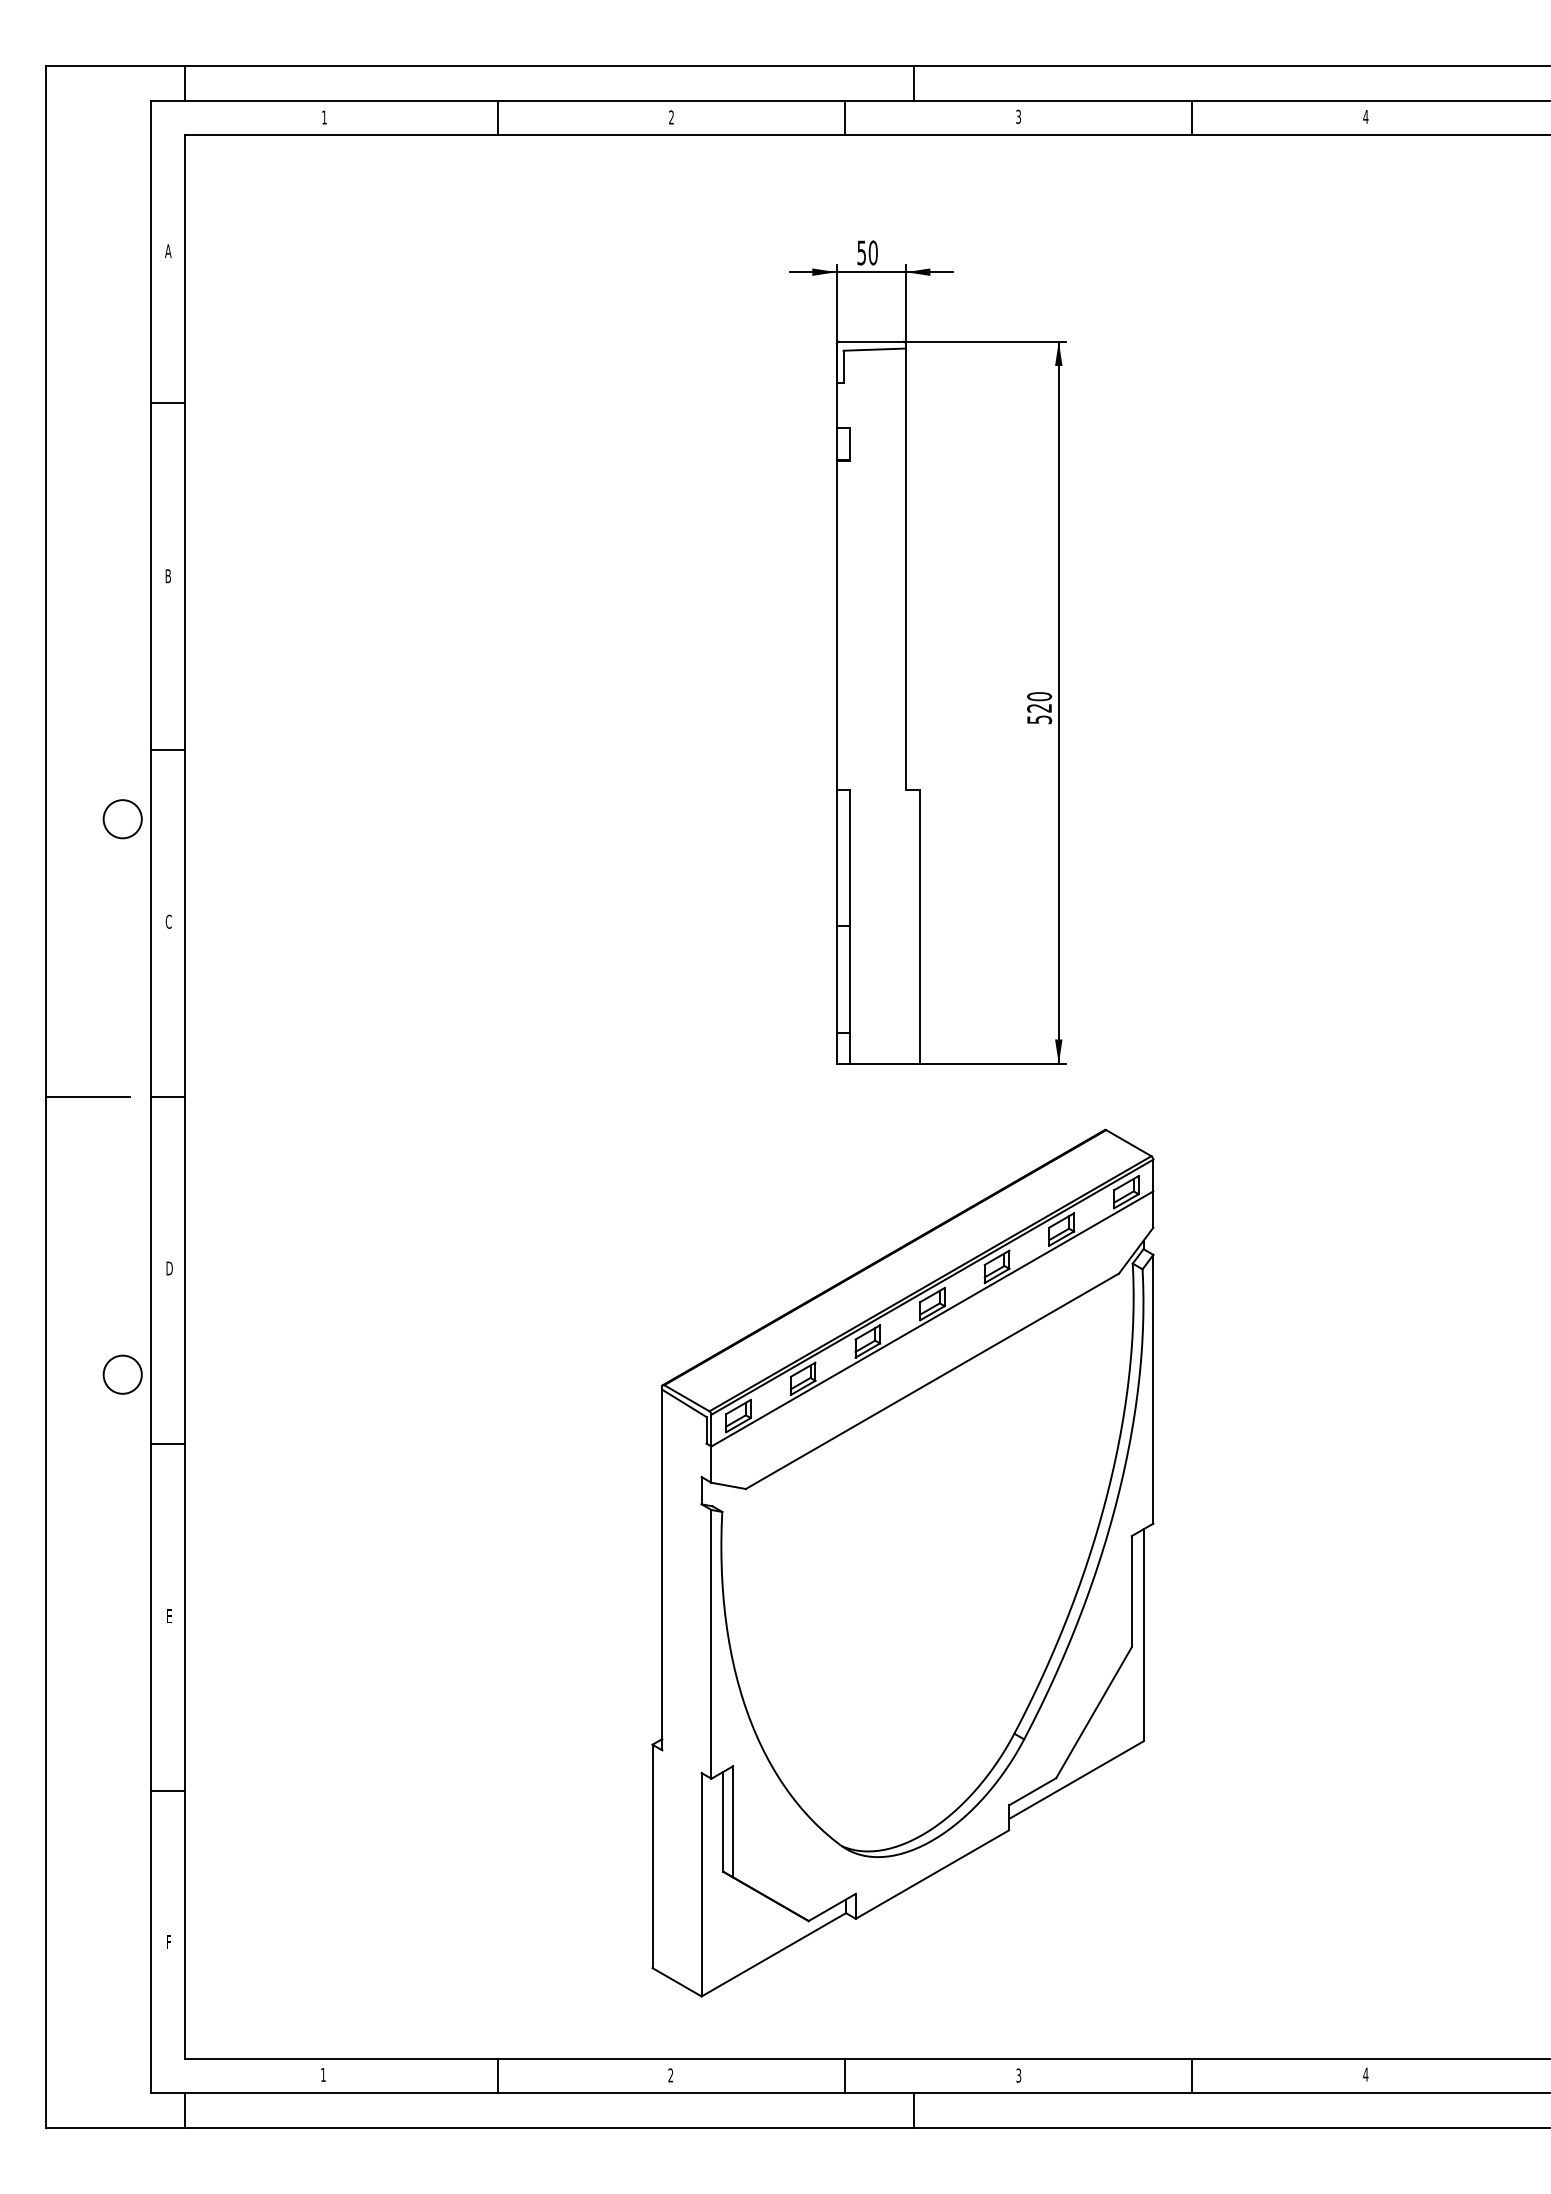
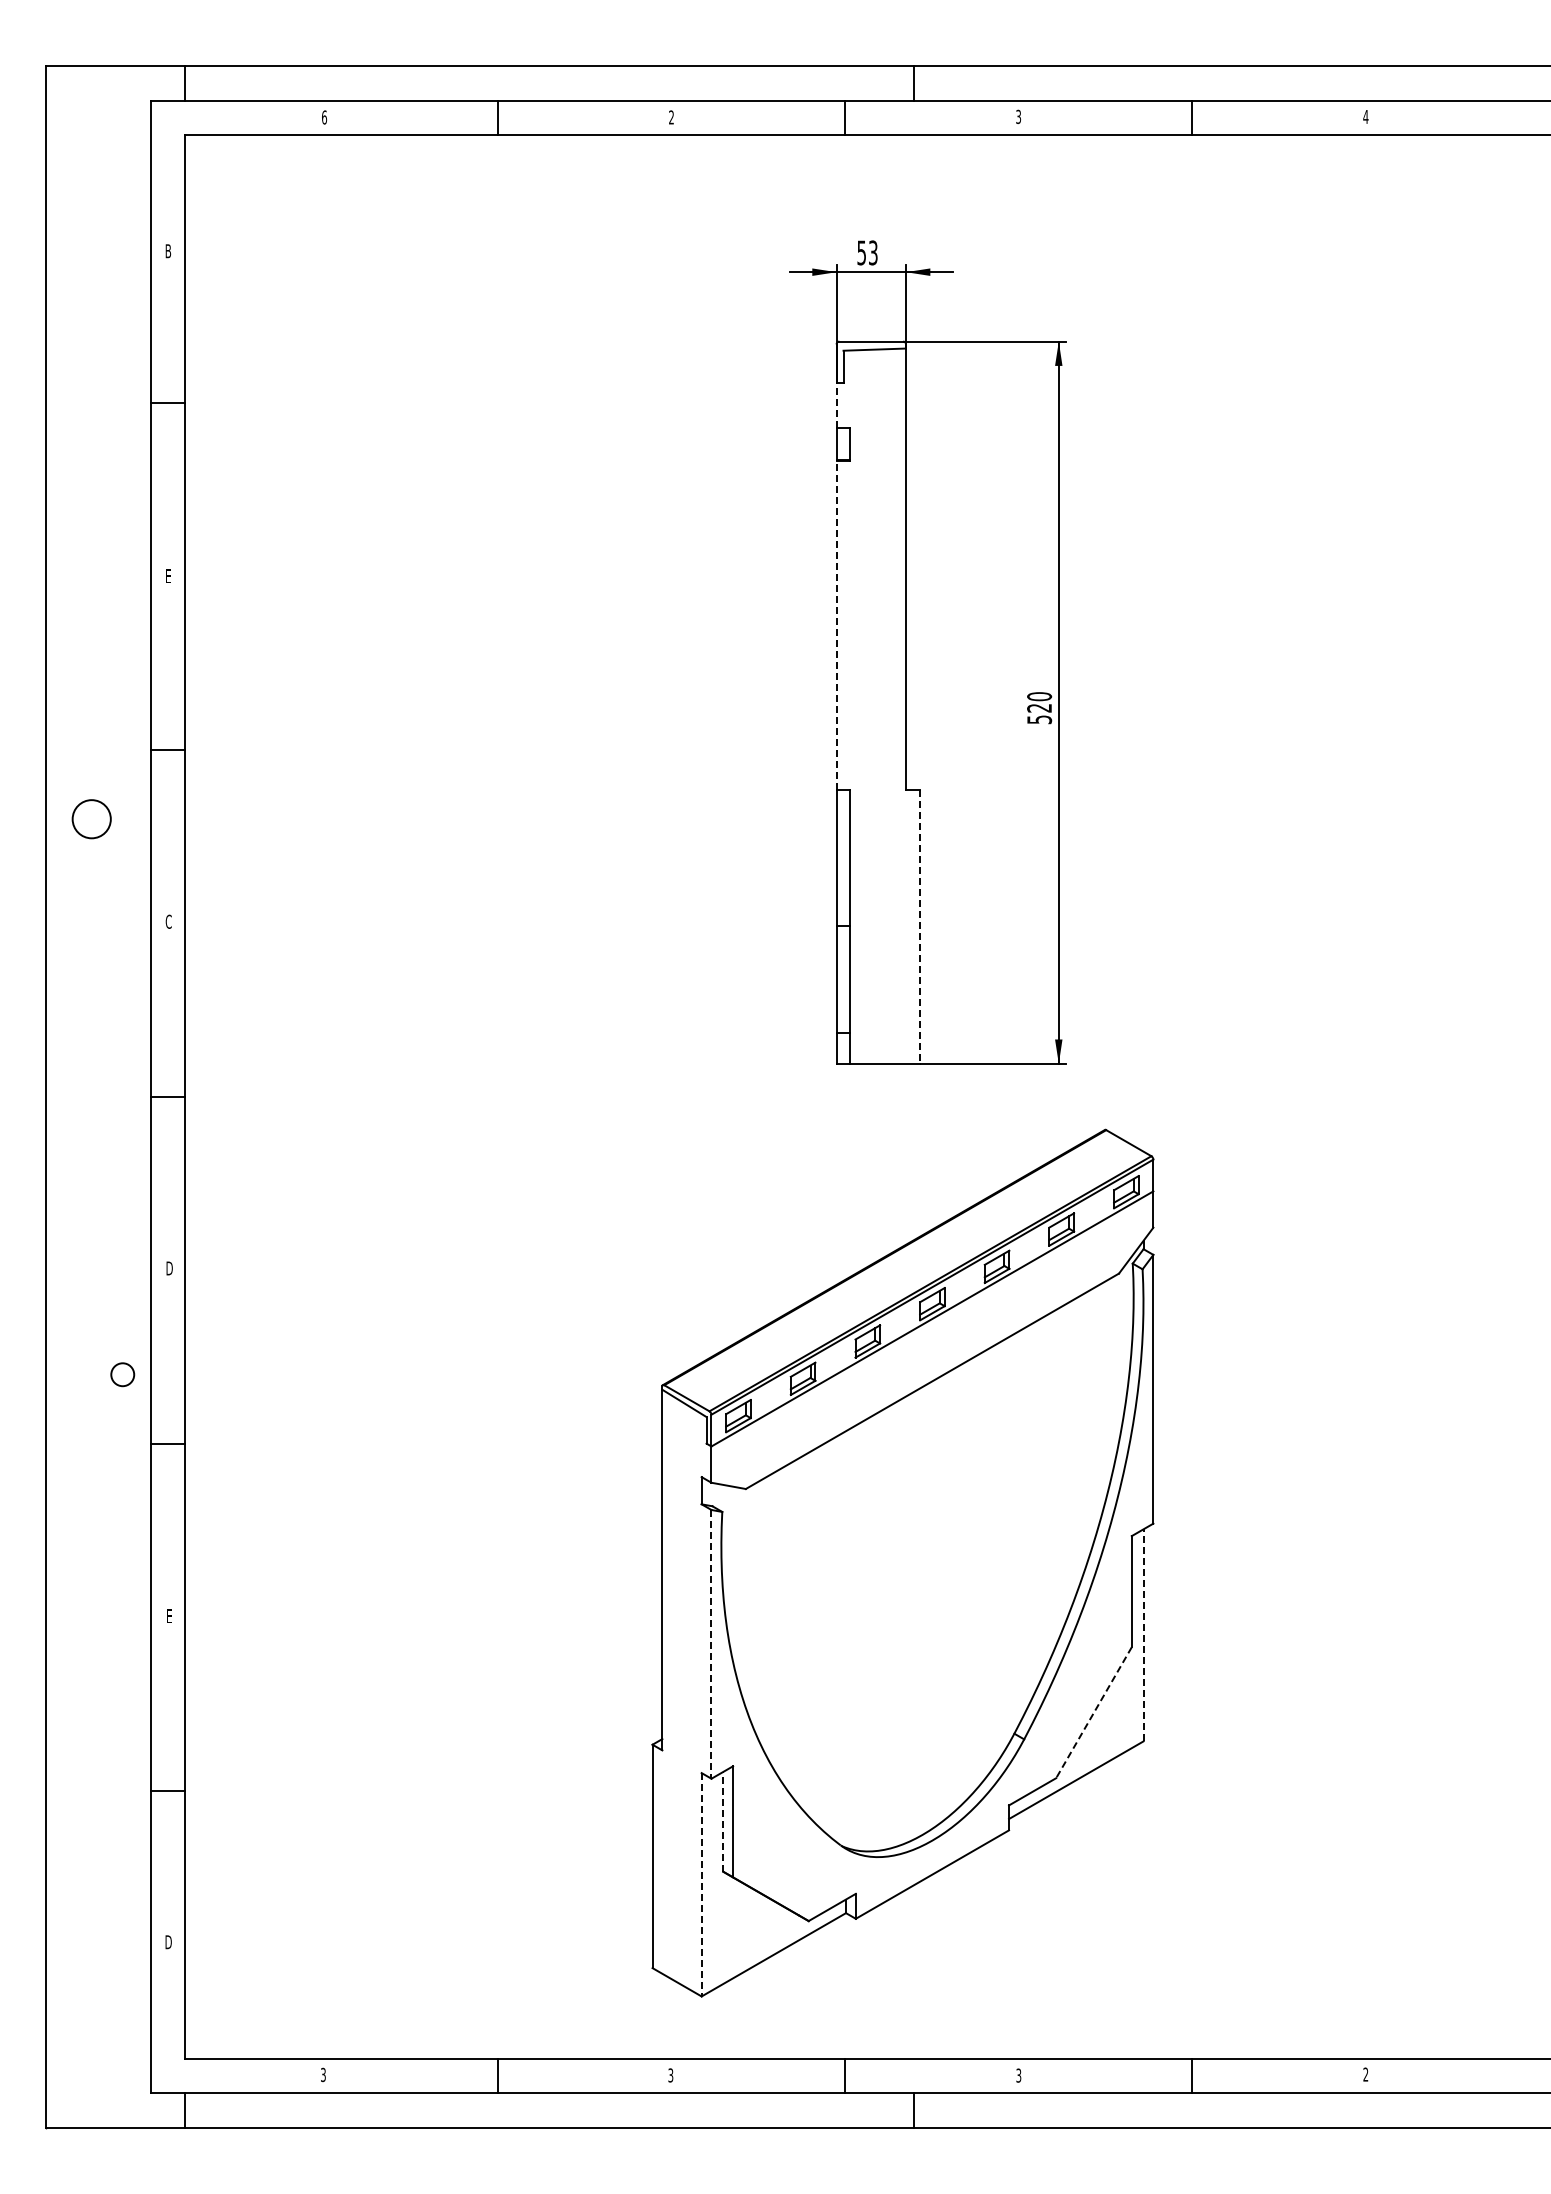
text at (324, 117): 1 -> 6
text at (168, 251): A -> B
text at (872, 252): 50 -> 53
line at (836, 405): solid -> dashed
text at (167, 576): B -> E
line at (836, 625): solid -> dashed
circle at (122, 819) position: (122, 819) -> (91, 819)
line at (919, 926): solid -> dashed
line at (87, 1097): present -> none
circle at (122, 1374) diameter: 38 px -> 23 px
line at (1143, 1634): solid -> dashed
line at (711, 1644): solid -> dashed
line at (1093, 1712): solid -> dashed
line at (723, 1821): solid -> dashed
line at (701, 1884): solid -> dashed
text at (168, 1942): F -> D
text at (323, 2074): 1 -> 3
text at (1365, 2074): 4 -> 2
text at (670, 2075): 2 -> 3
